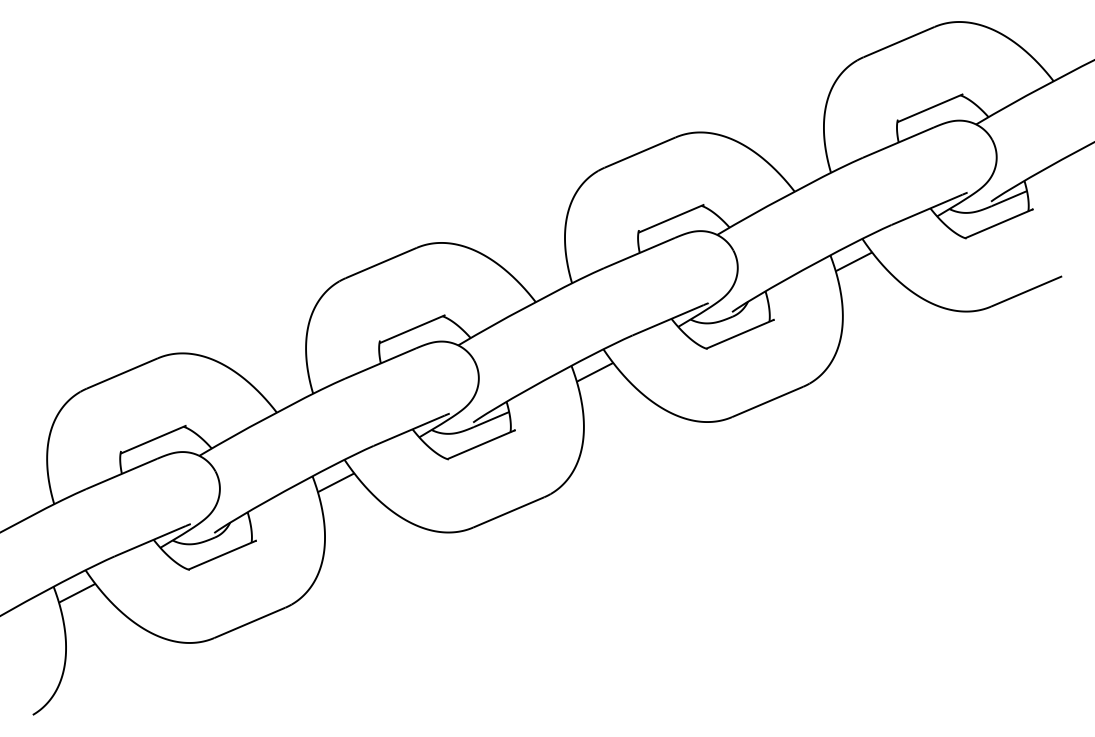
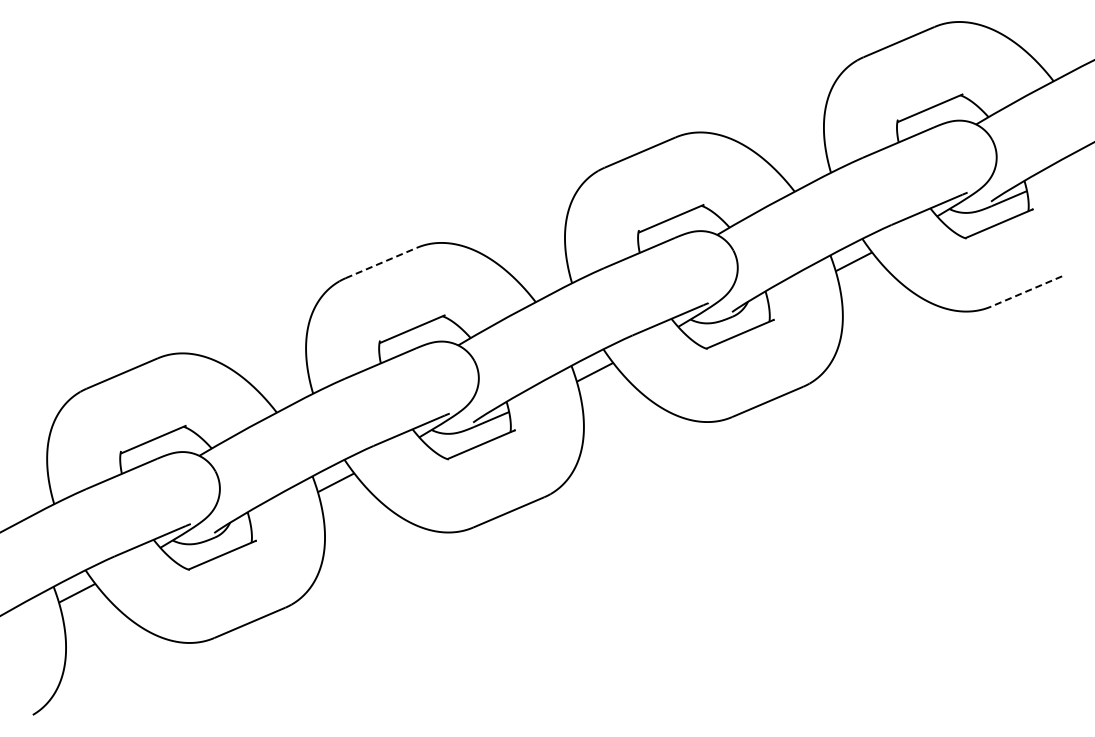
line at (381, 263): solid -> dashed
line at (1026, 291): solid -> dashed
